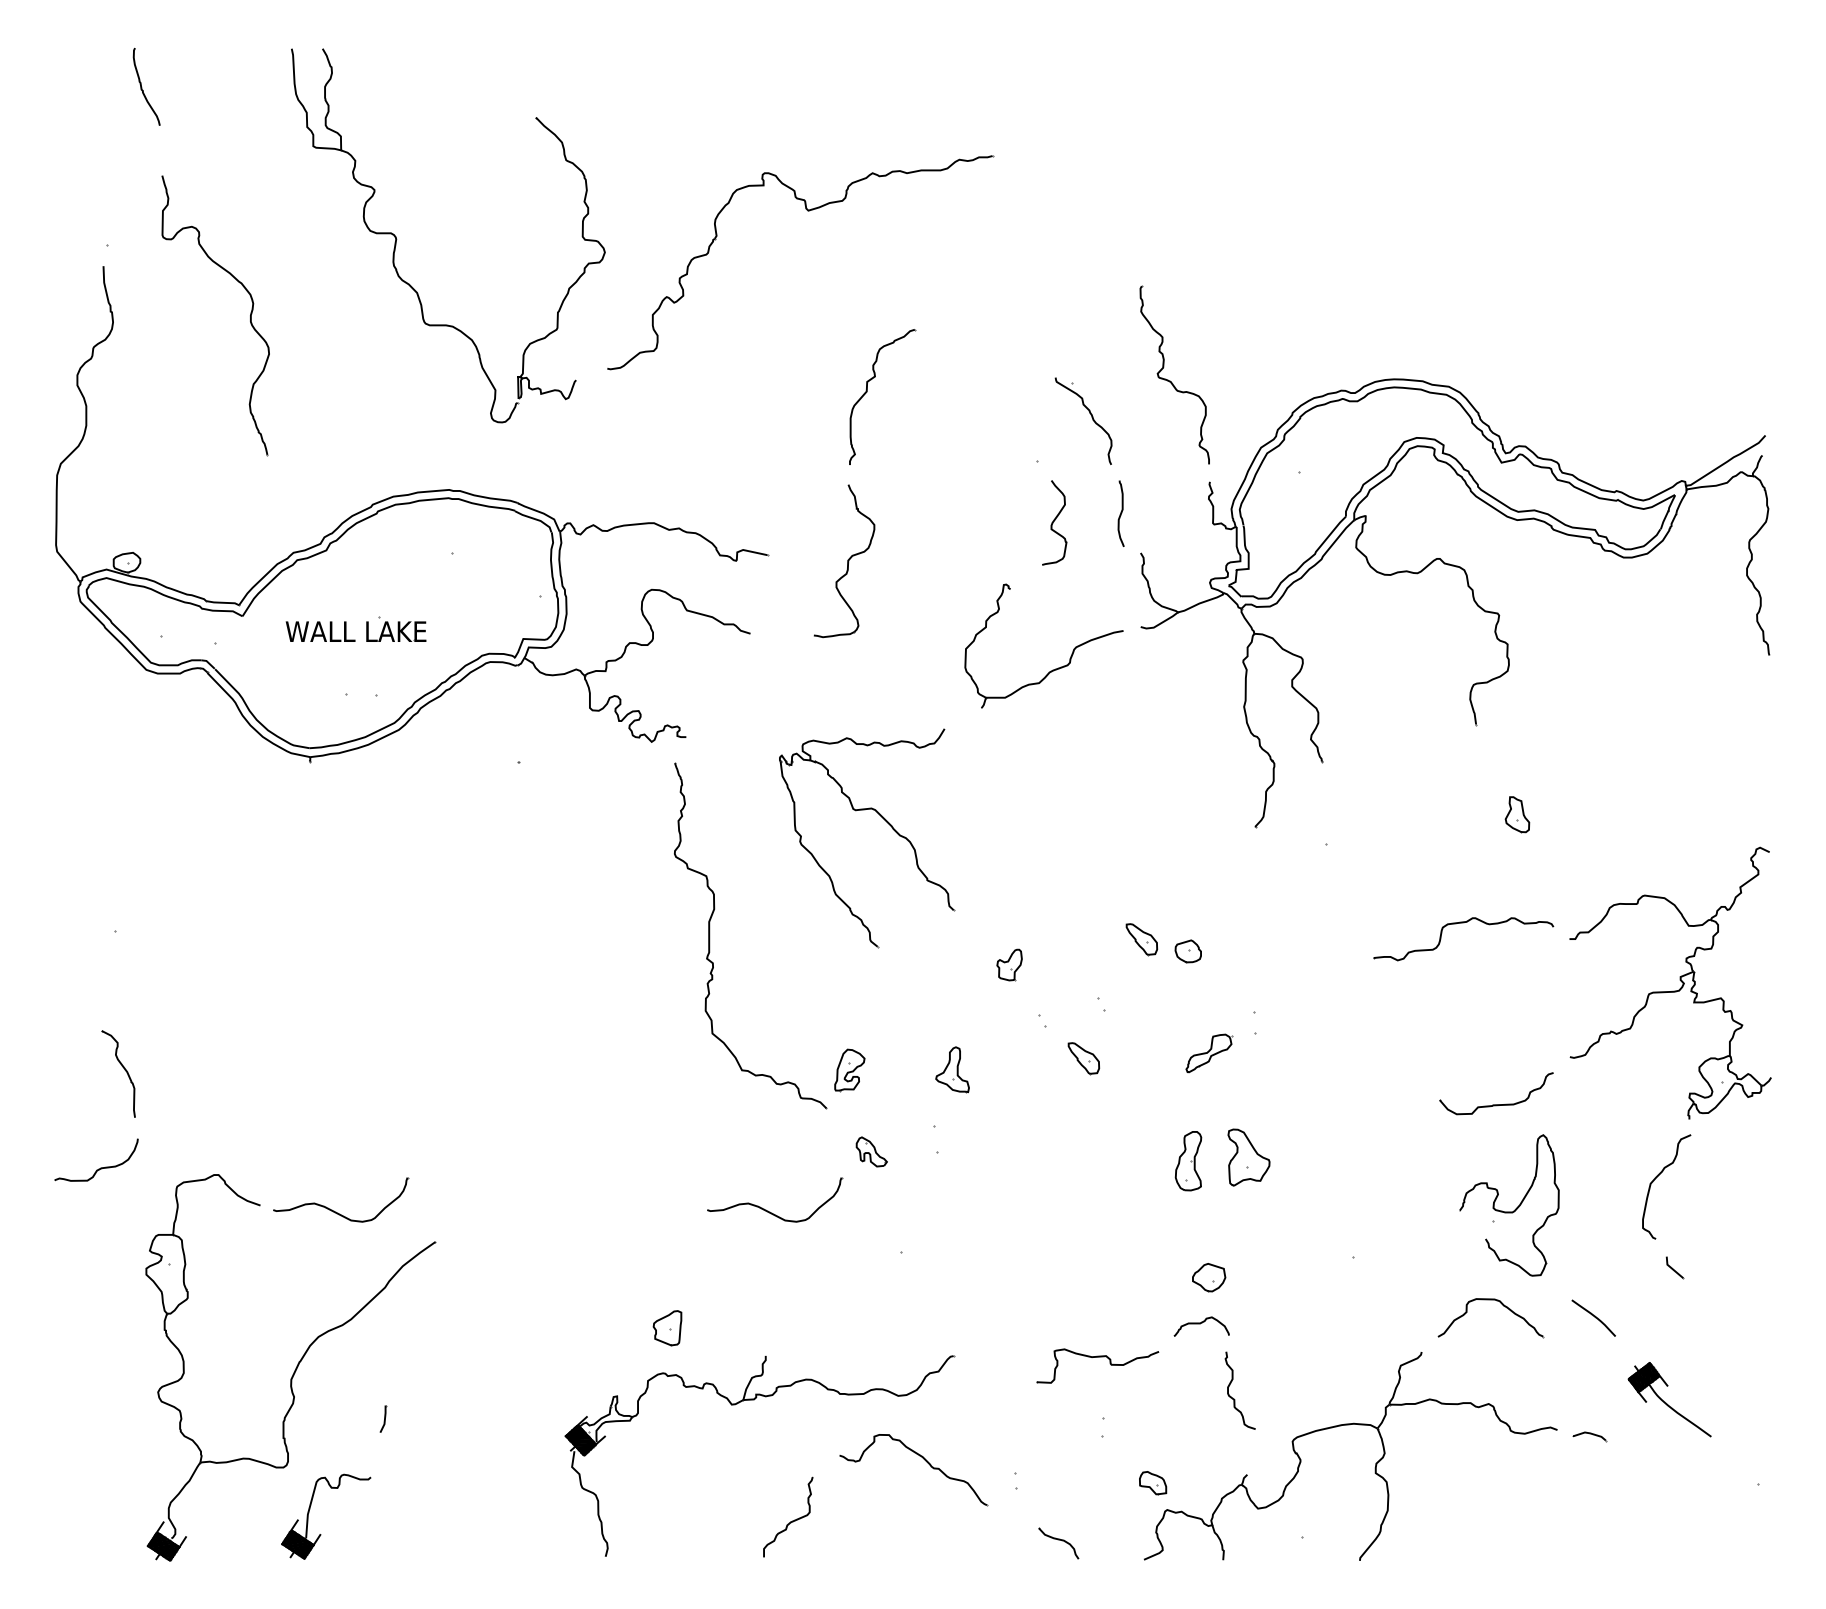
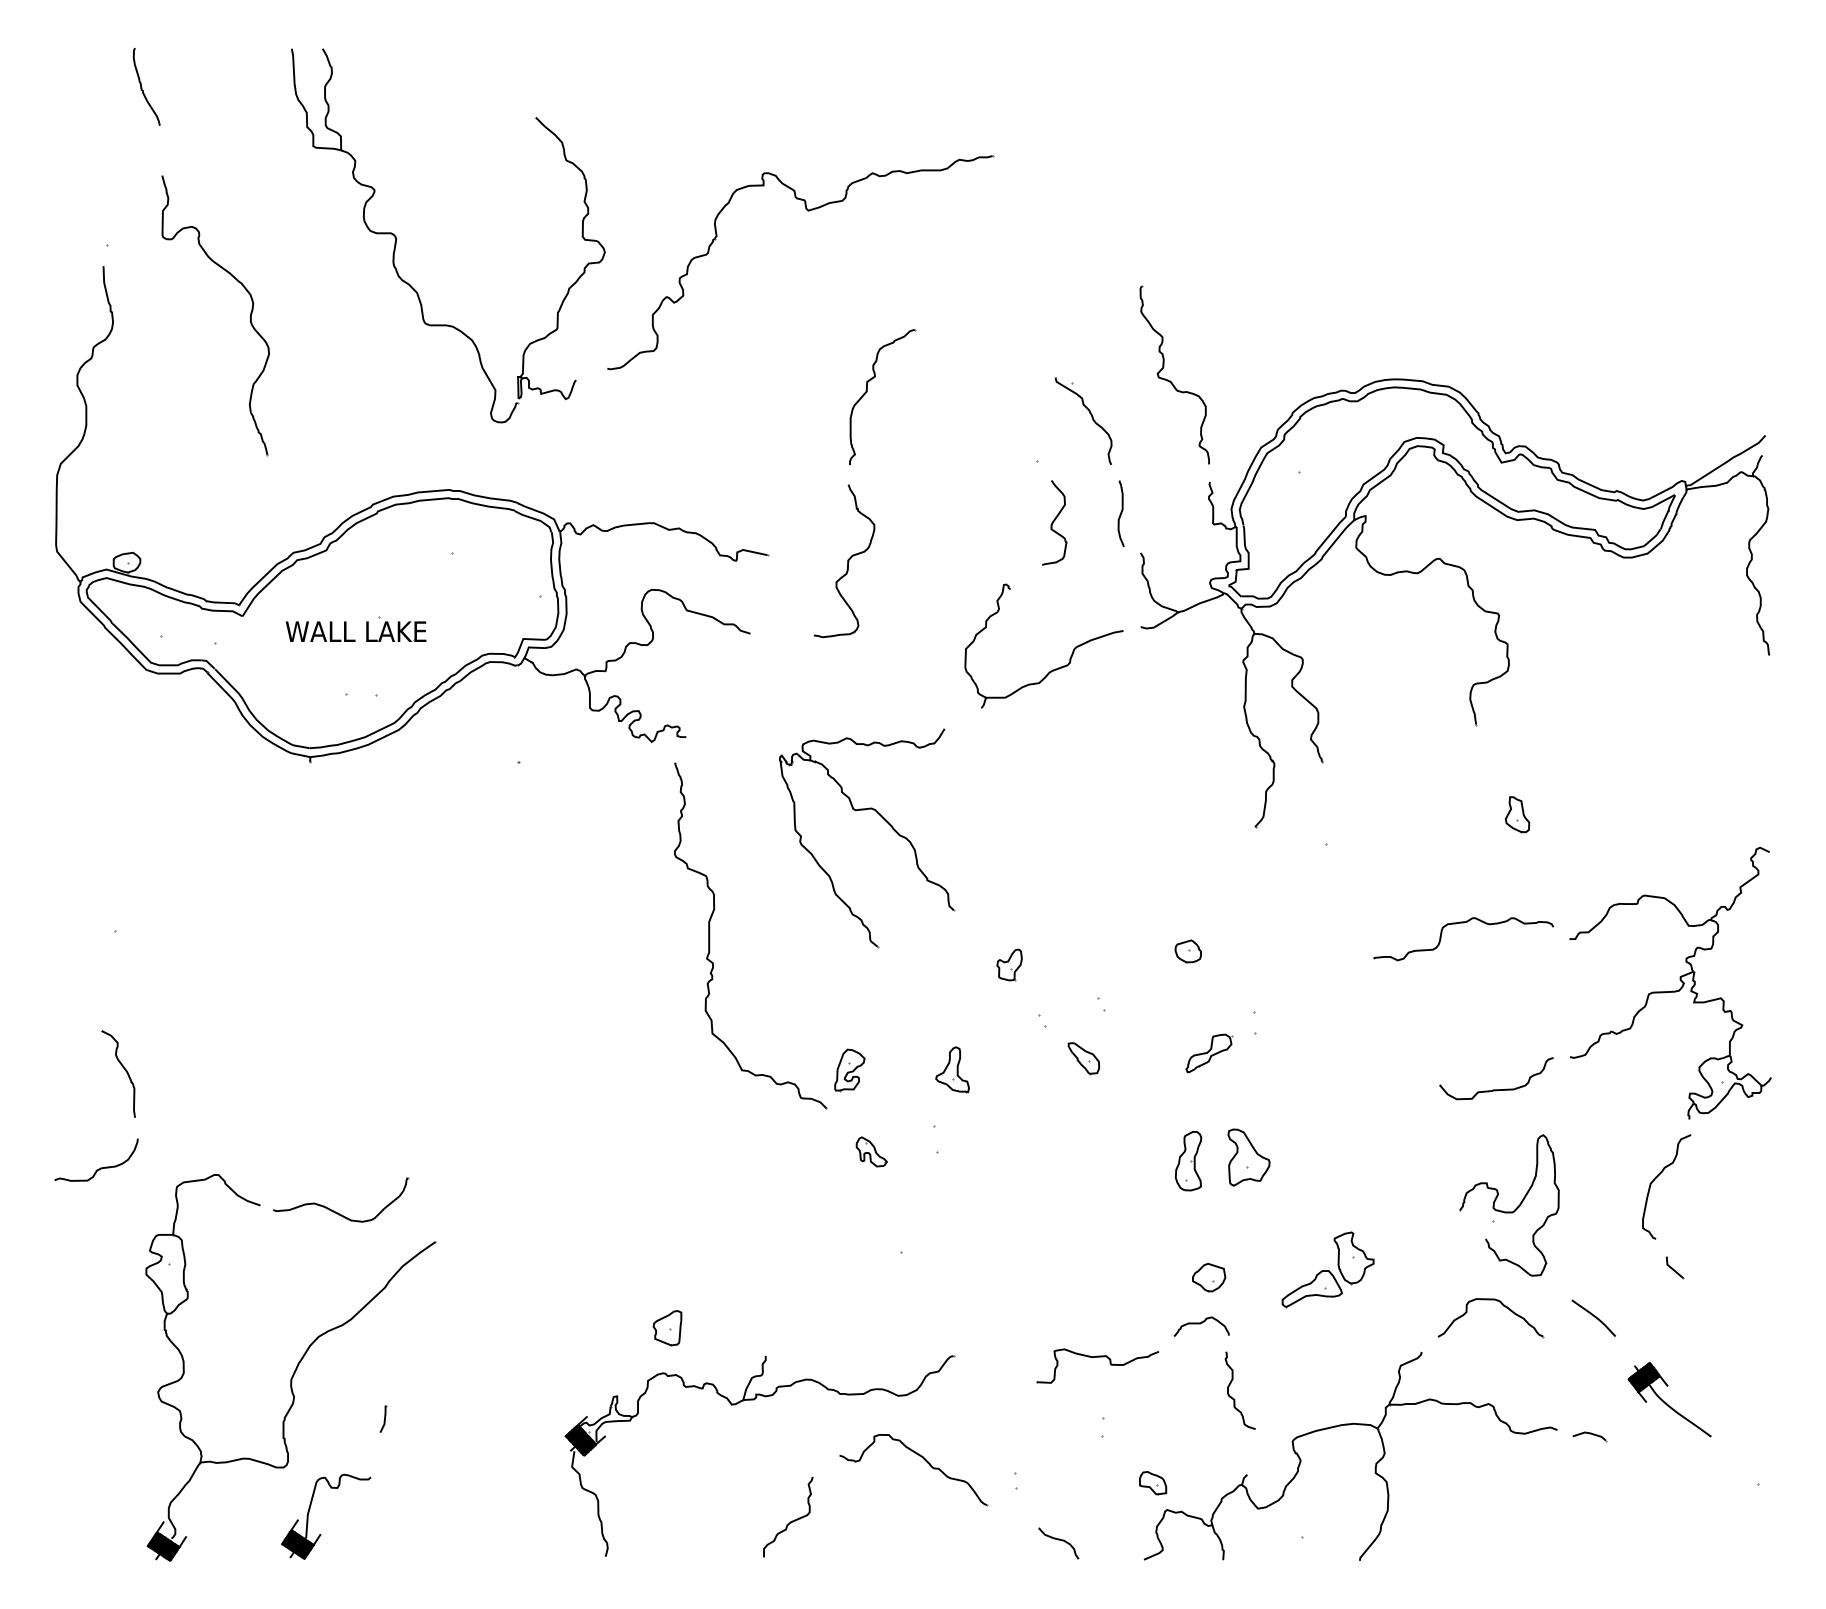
part at (1141, 939): present -> none
part at (1496, 1104) position: (1496, 1104) -> (1496, 1089)
part at (770, 1211): present -> none
part at (1327, 1269): none -> present
